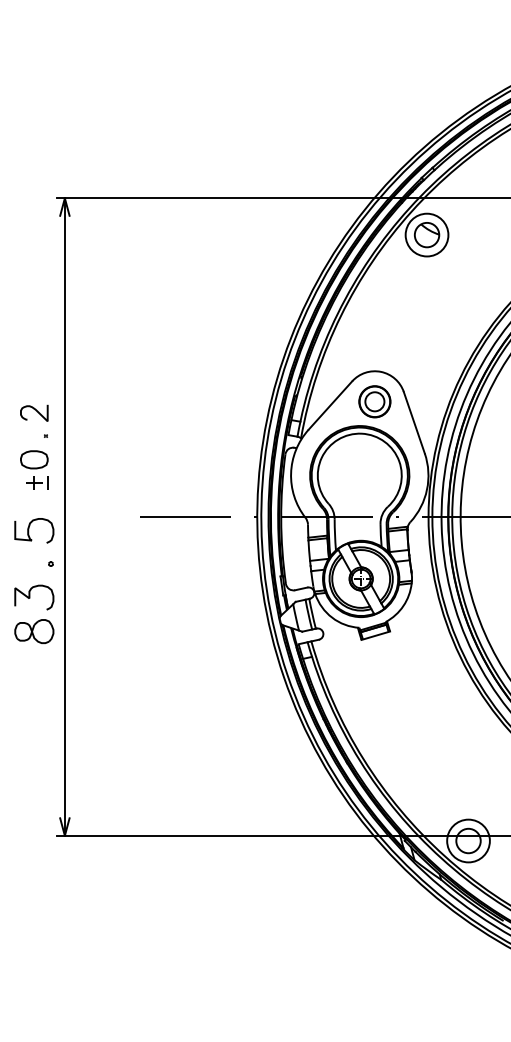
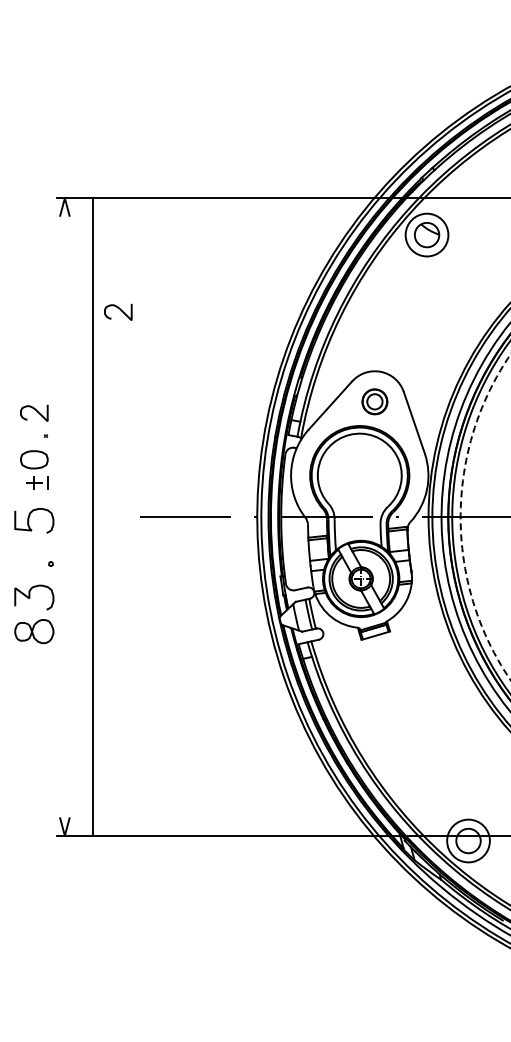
curve at (119, 309): none -> present
part at (374, 401) size: 34x34 px -> 28x28 px
line at (64, 516) position: (64, 516) -> (92, 516)
arc at (460, 517): solid -> dashed
curve at (29, 530) position: (29, 530) -> (29, 520)
